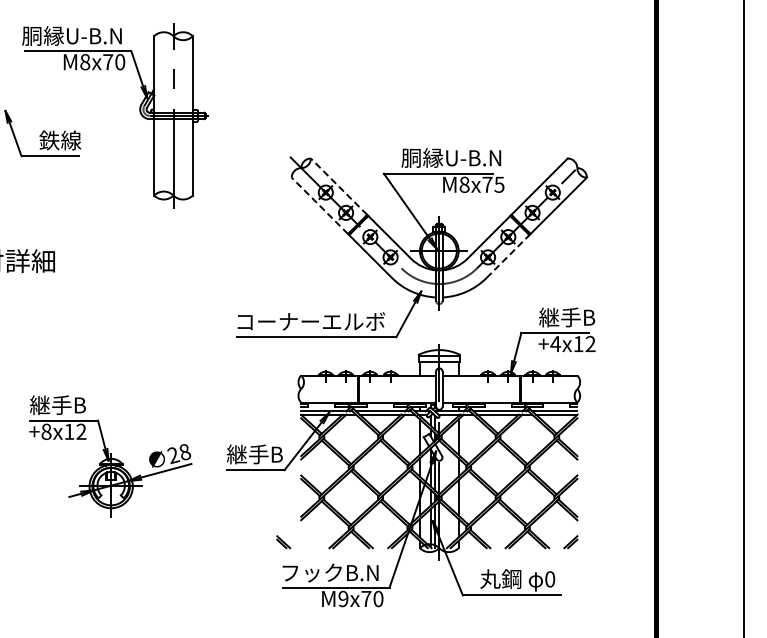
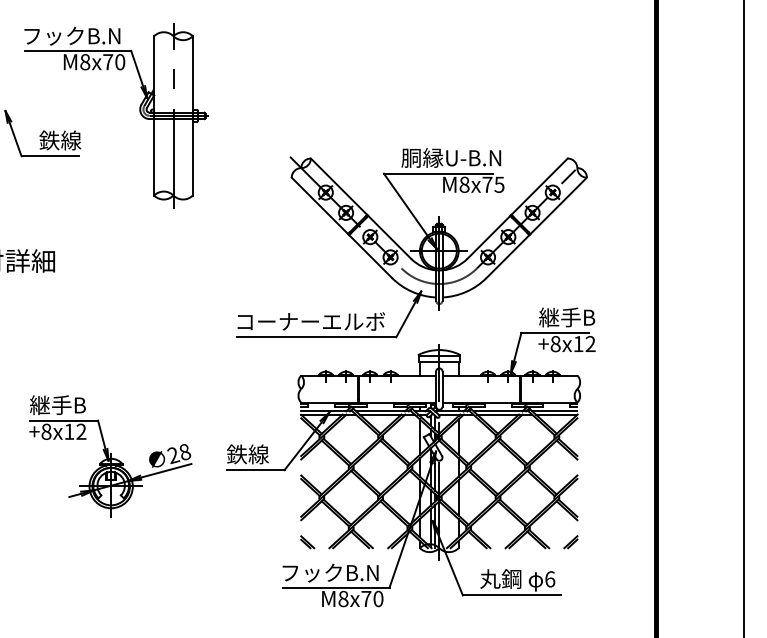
text at (71, 35): 胴縁U-B.N -> フックB.N
line at (339, 186): dashed -> solid
line at (319, 205): dashed -> solid
line at (508, 256): dashed -> solid
text at (555, 344): +4x12 -> +8x12
text at (254, 454): 継手B -> 鉄線
part at (283, 542) position: (283, 542) -> (307, 542)
text at (550, 579): 0 -> 6
text at (343, 598): M9x70 -> M8x70
